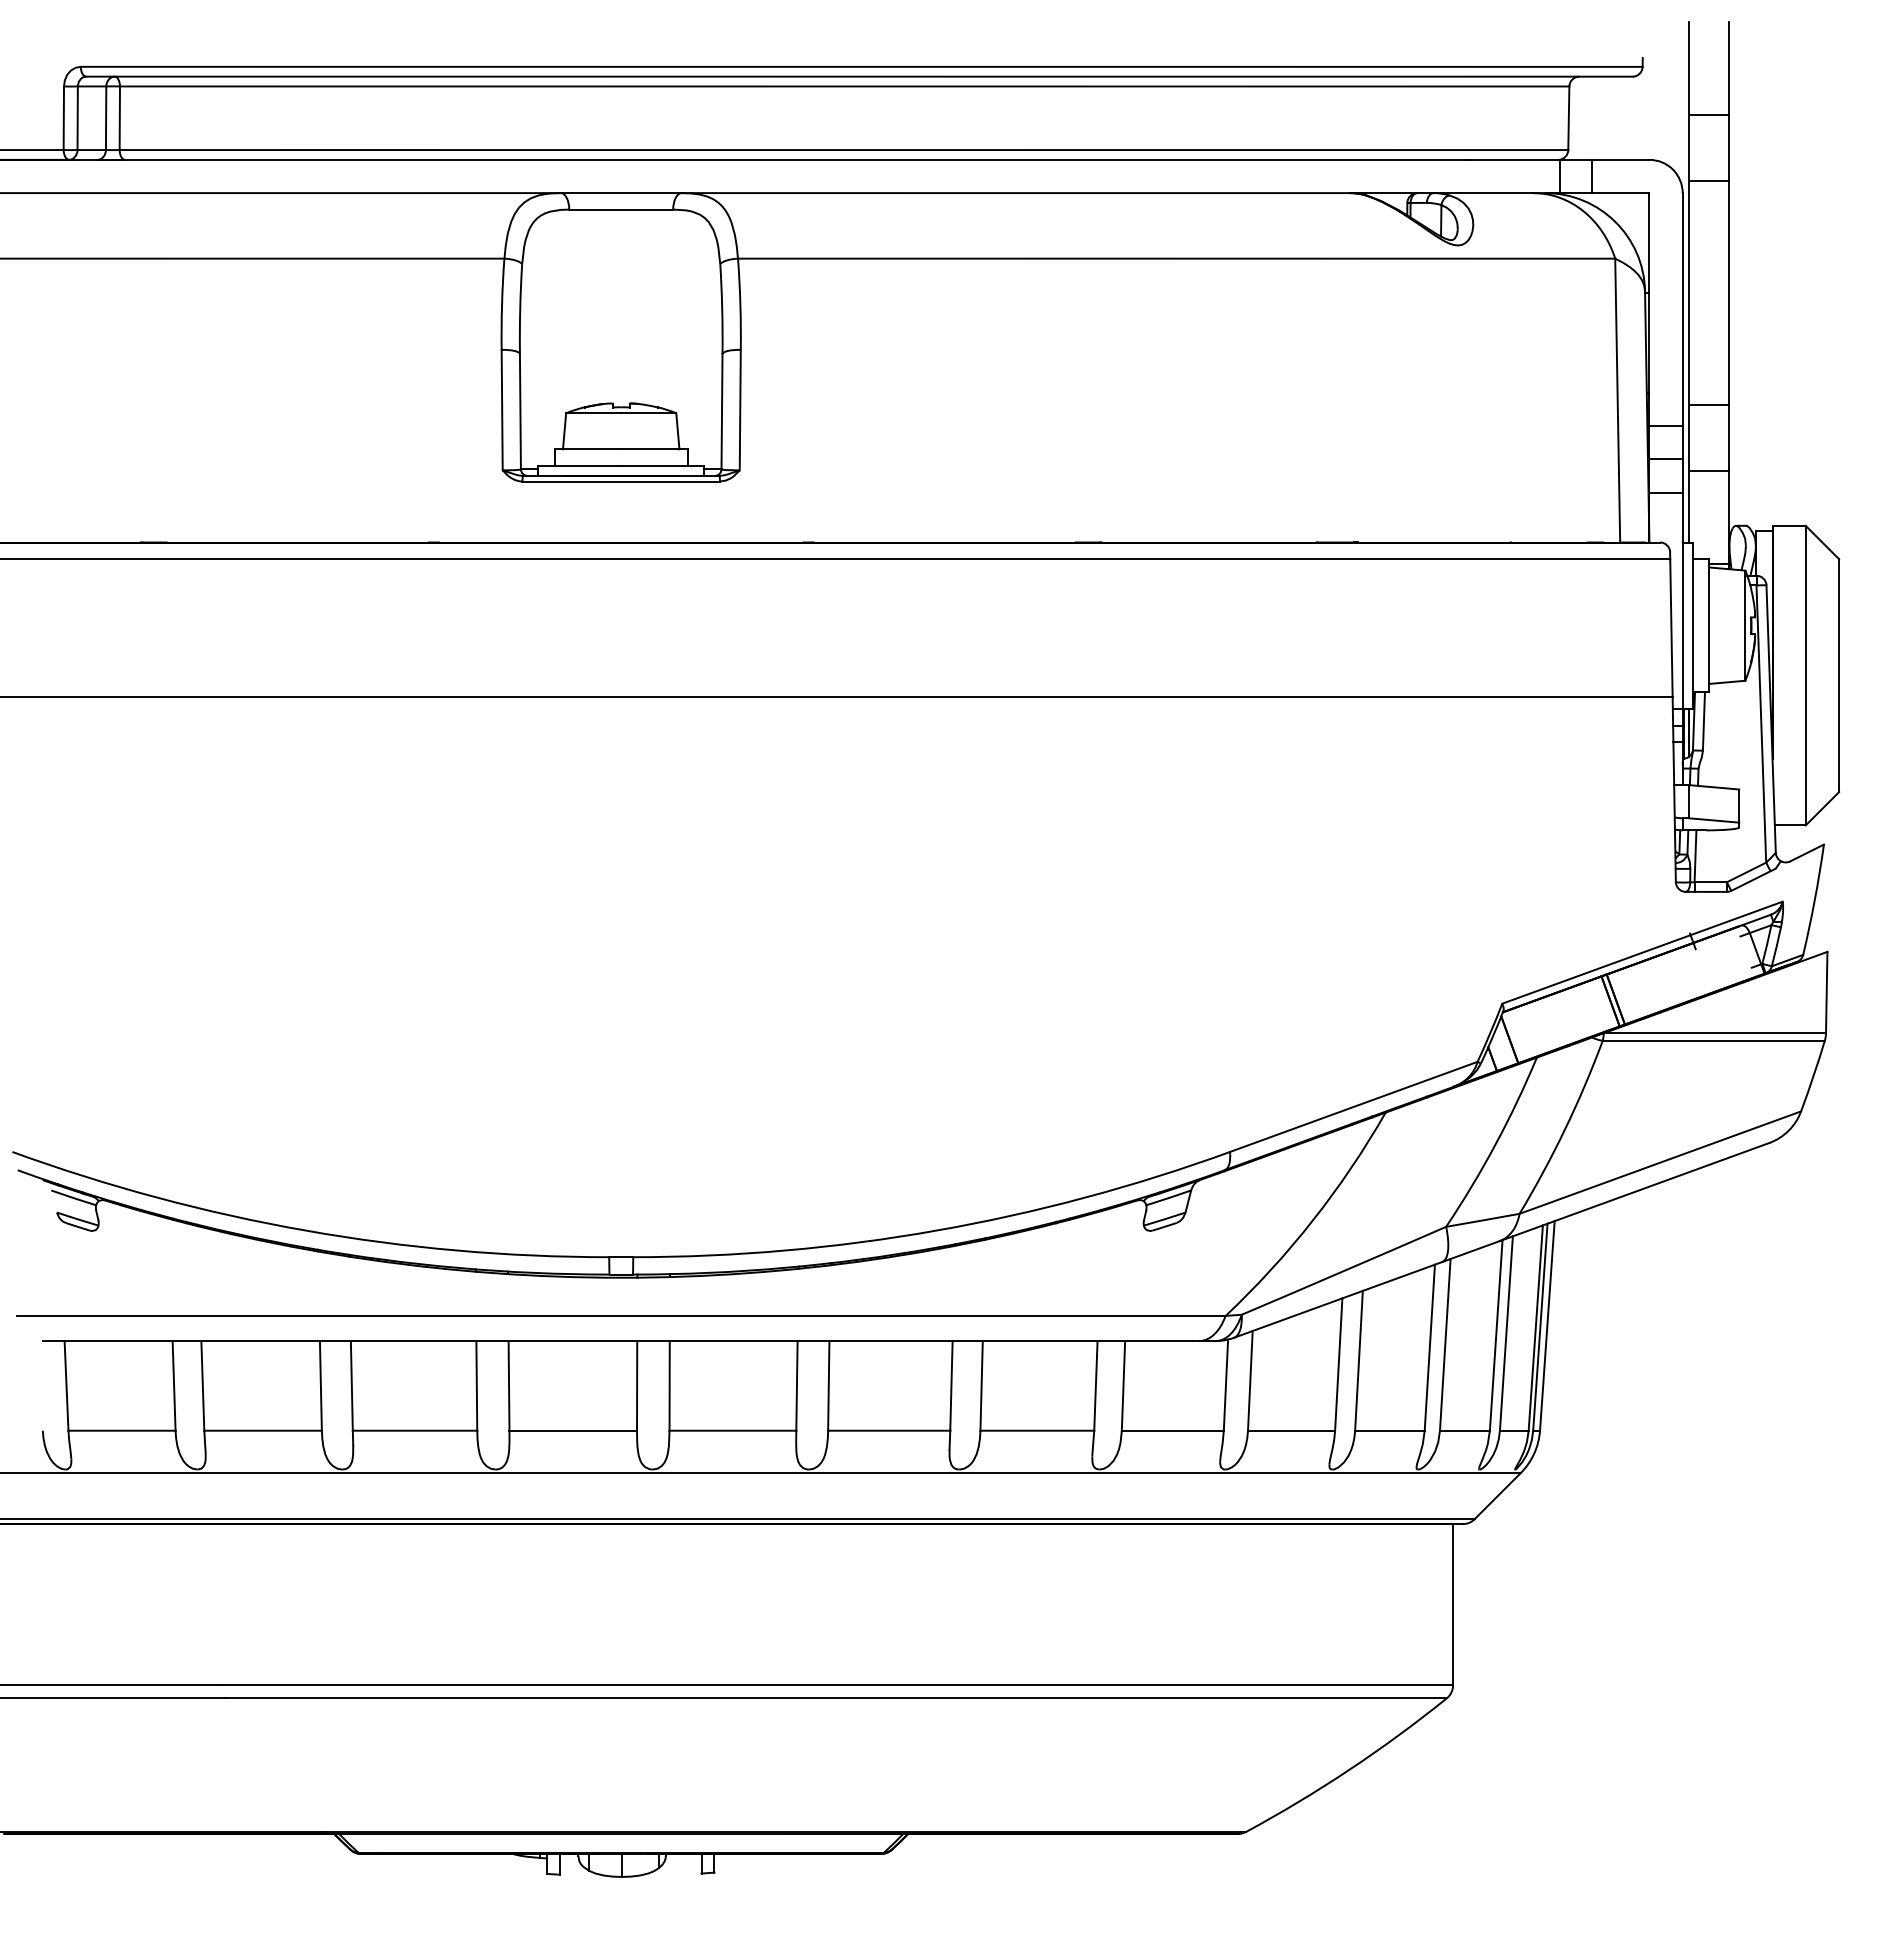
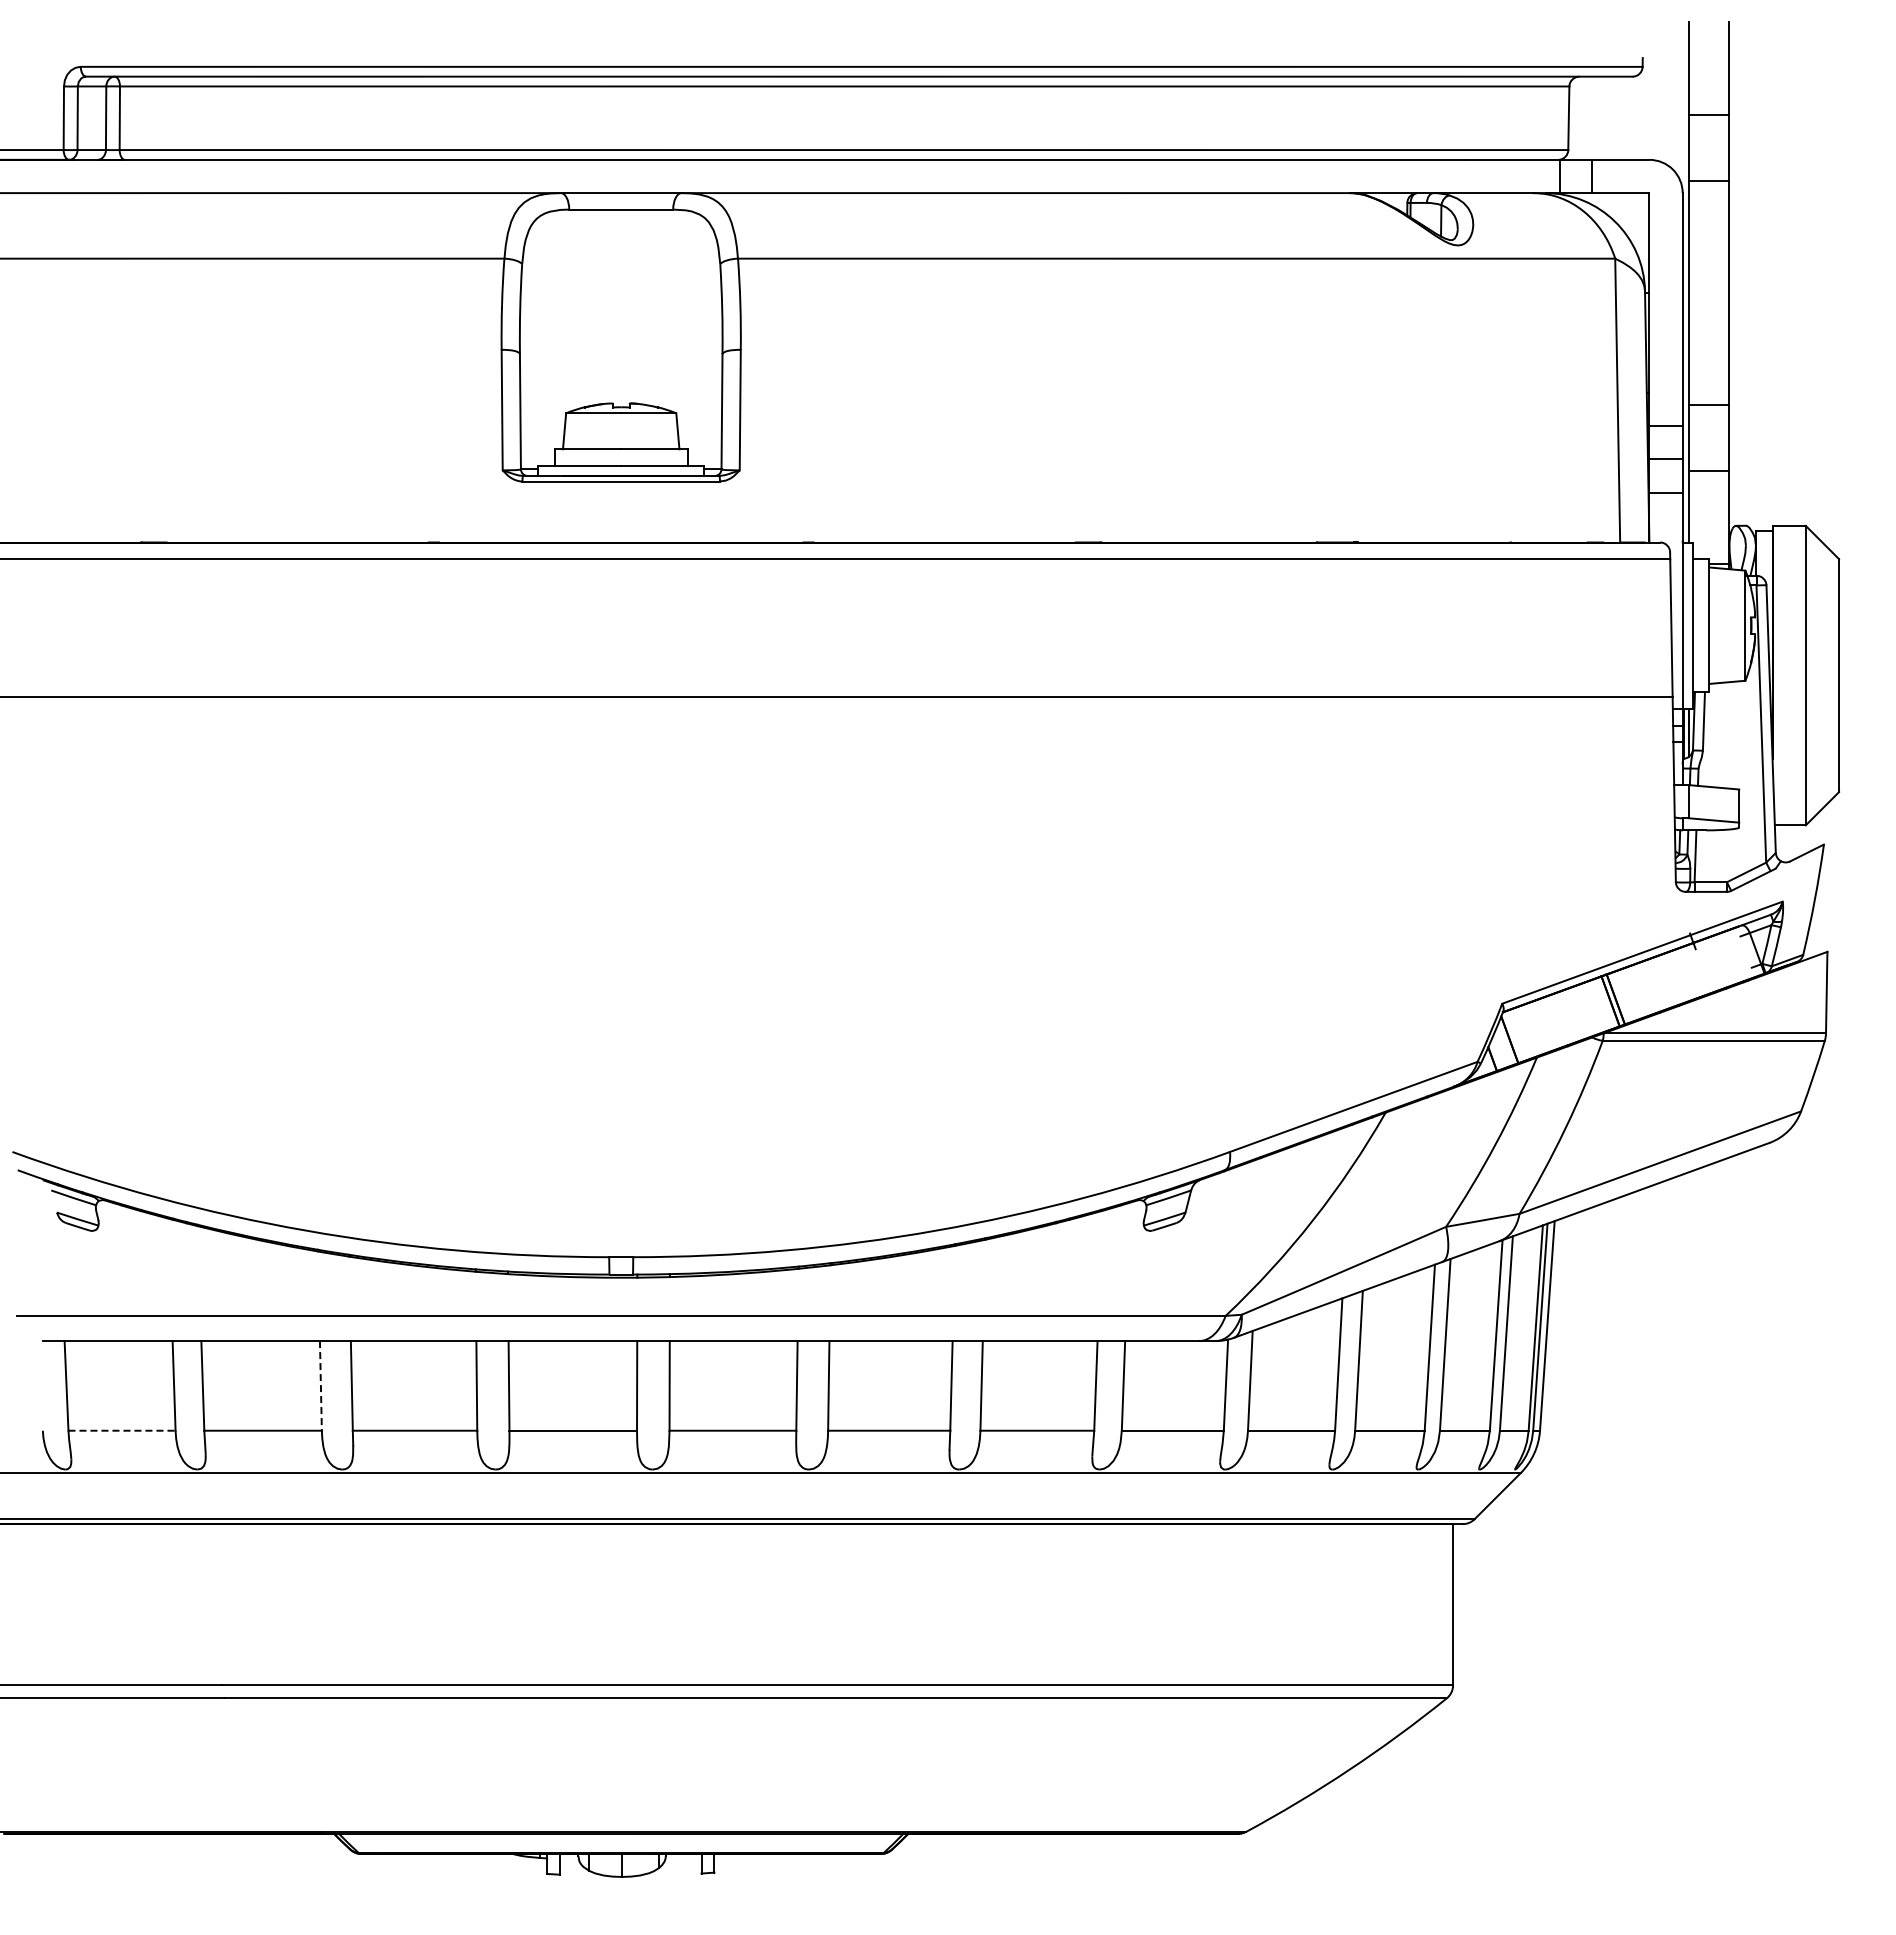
line at (320, 1385): solid -> dashed
line at (122, 1430): solid -> dashed
